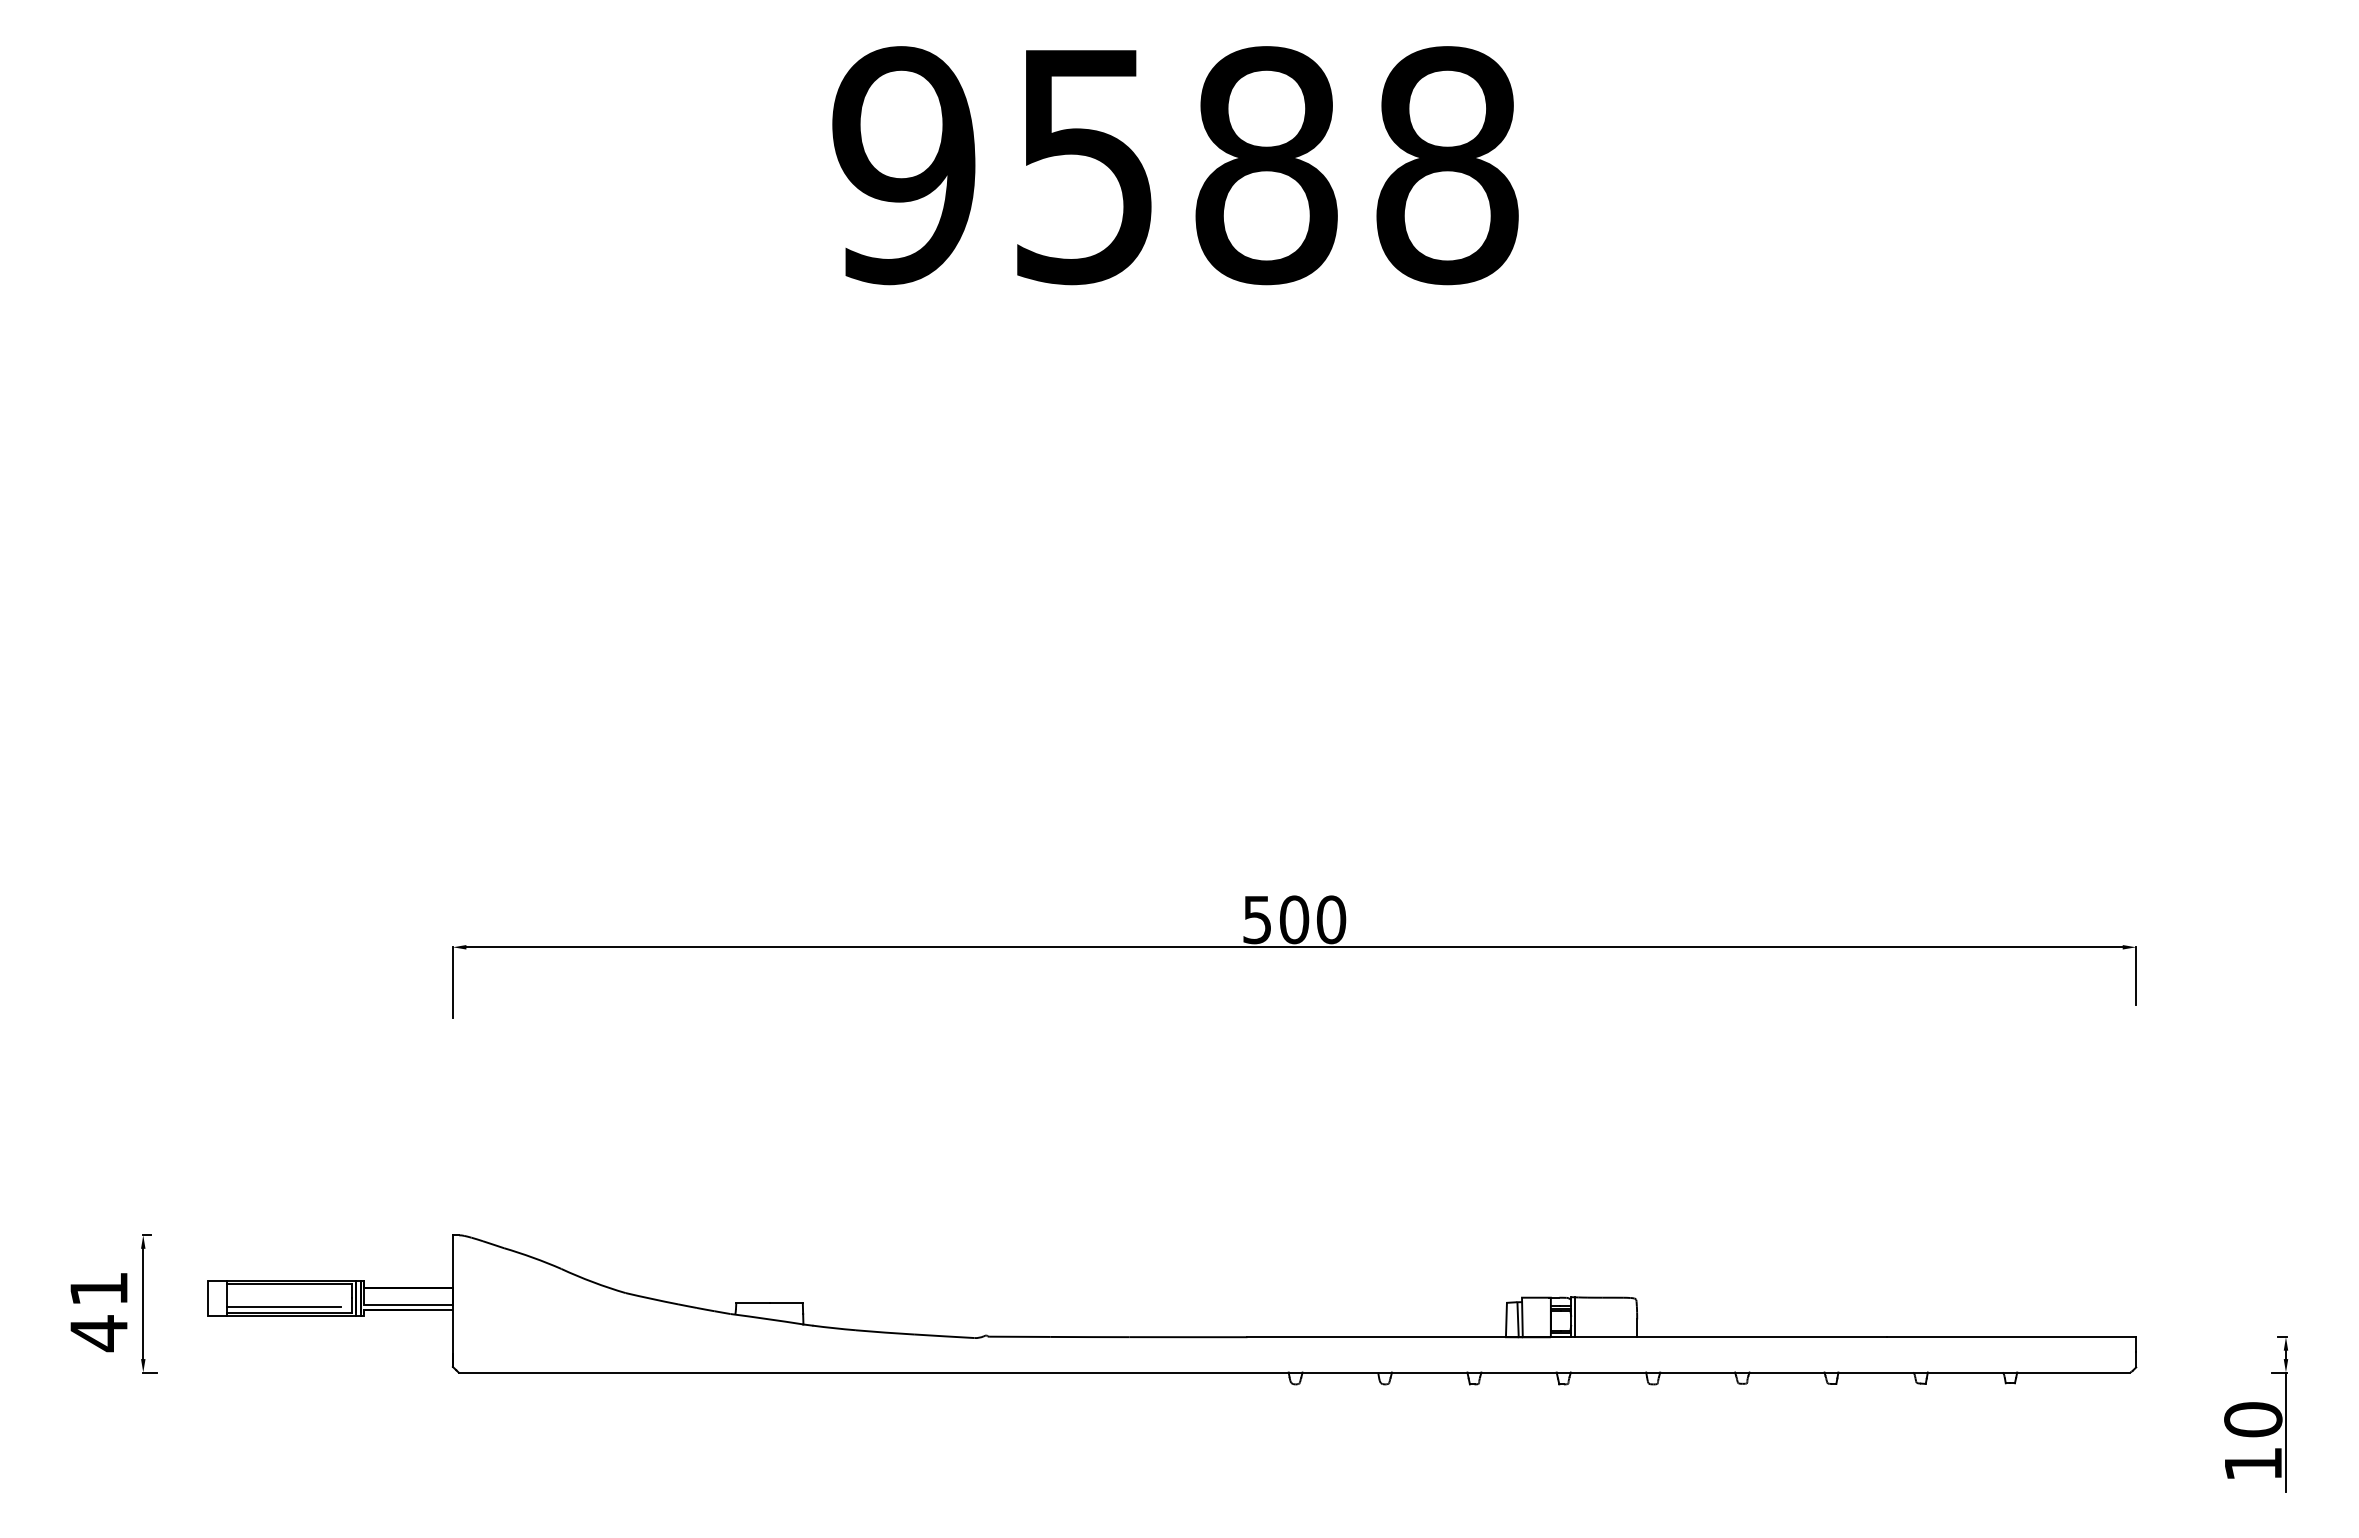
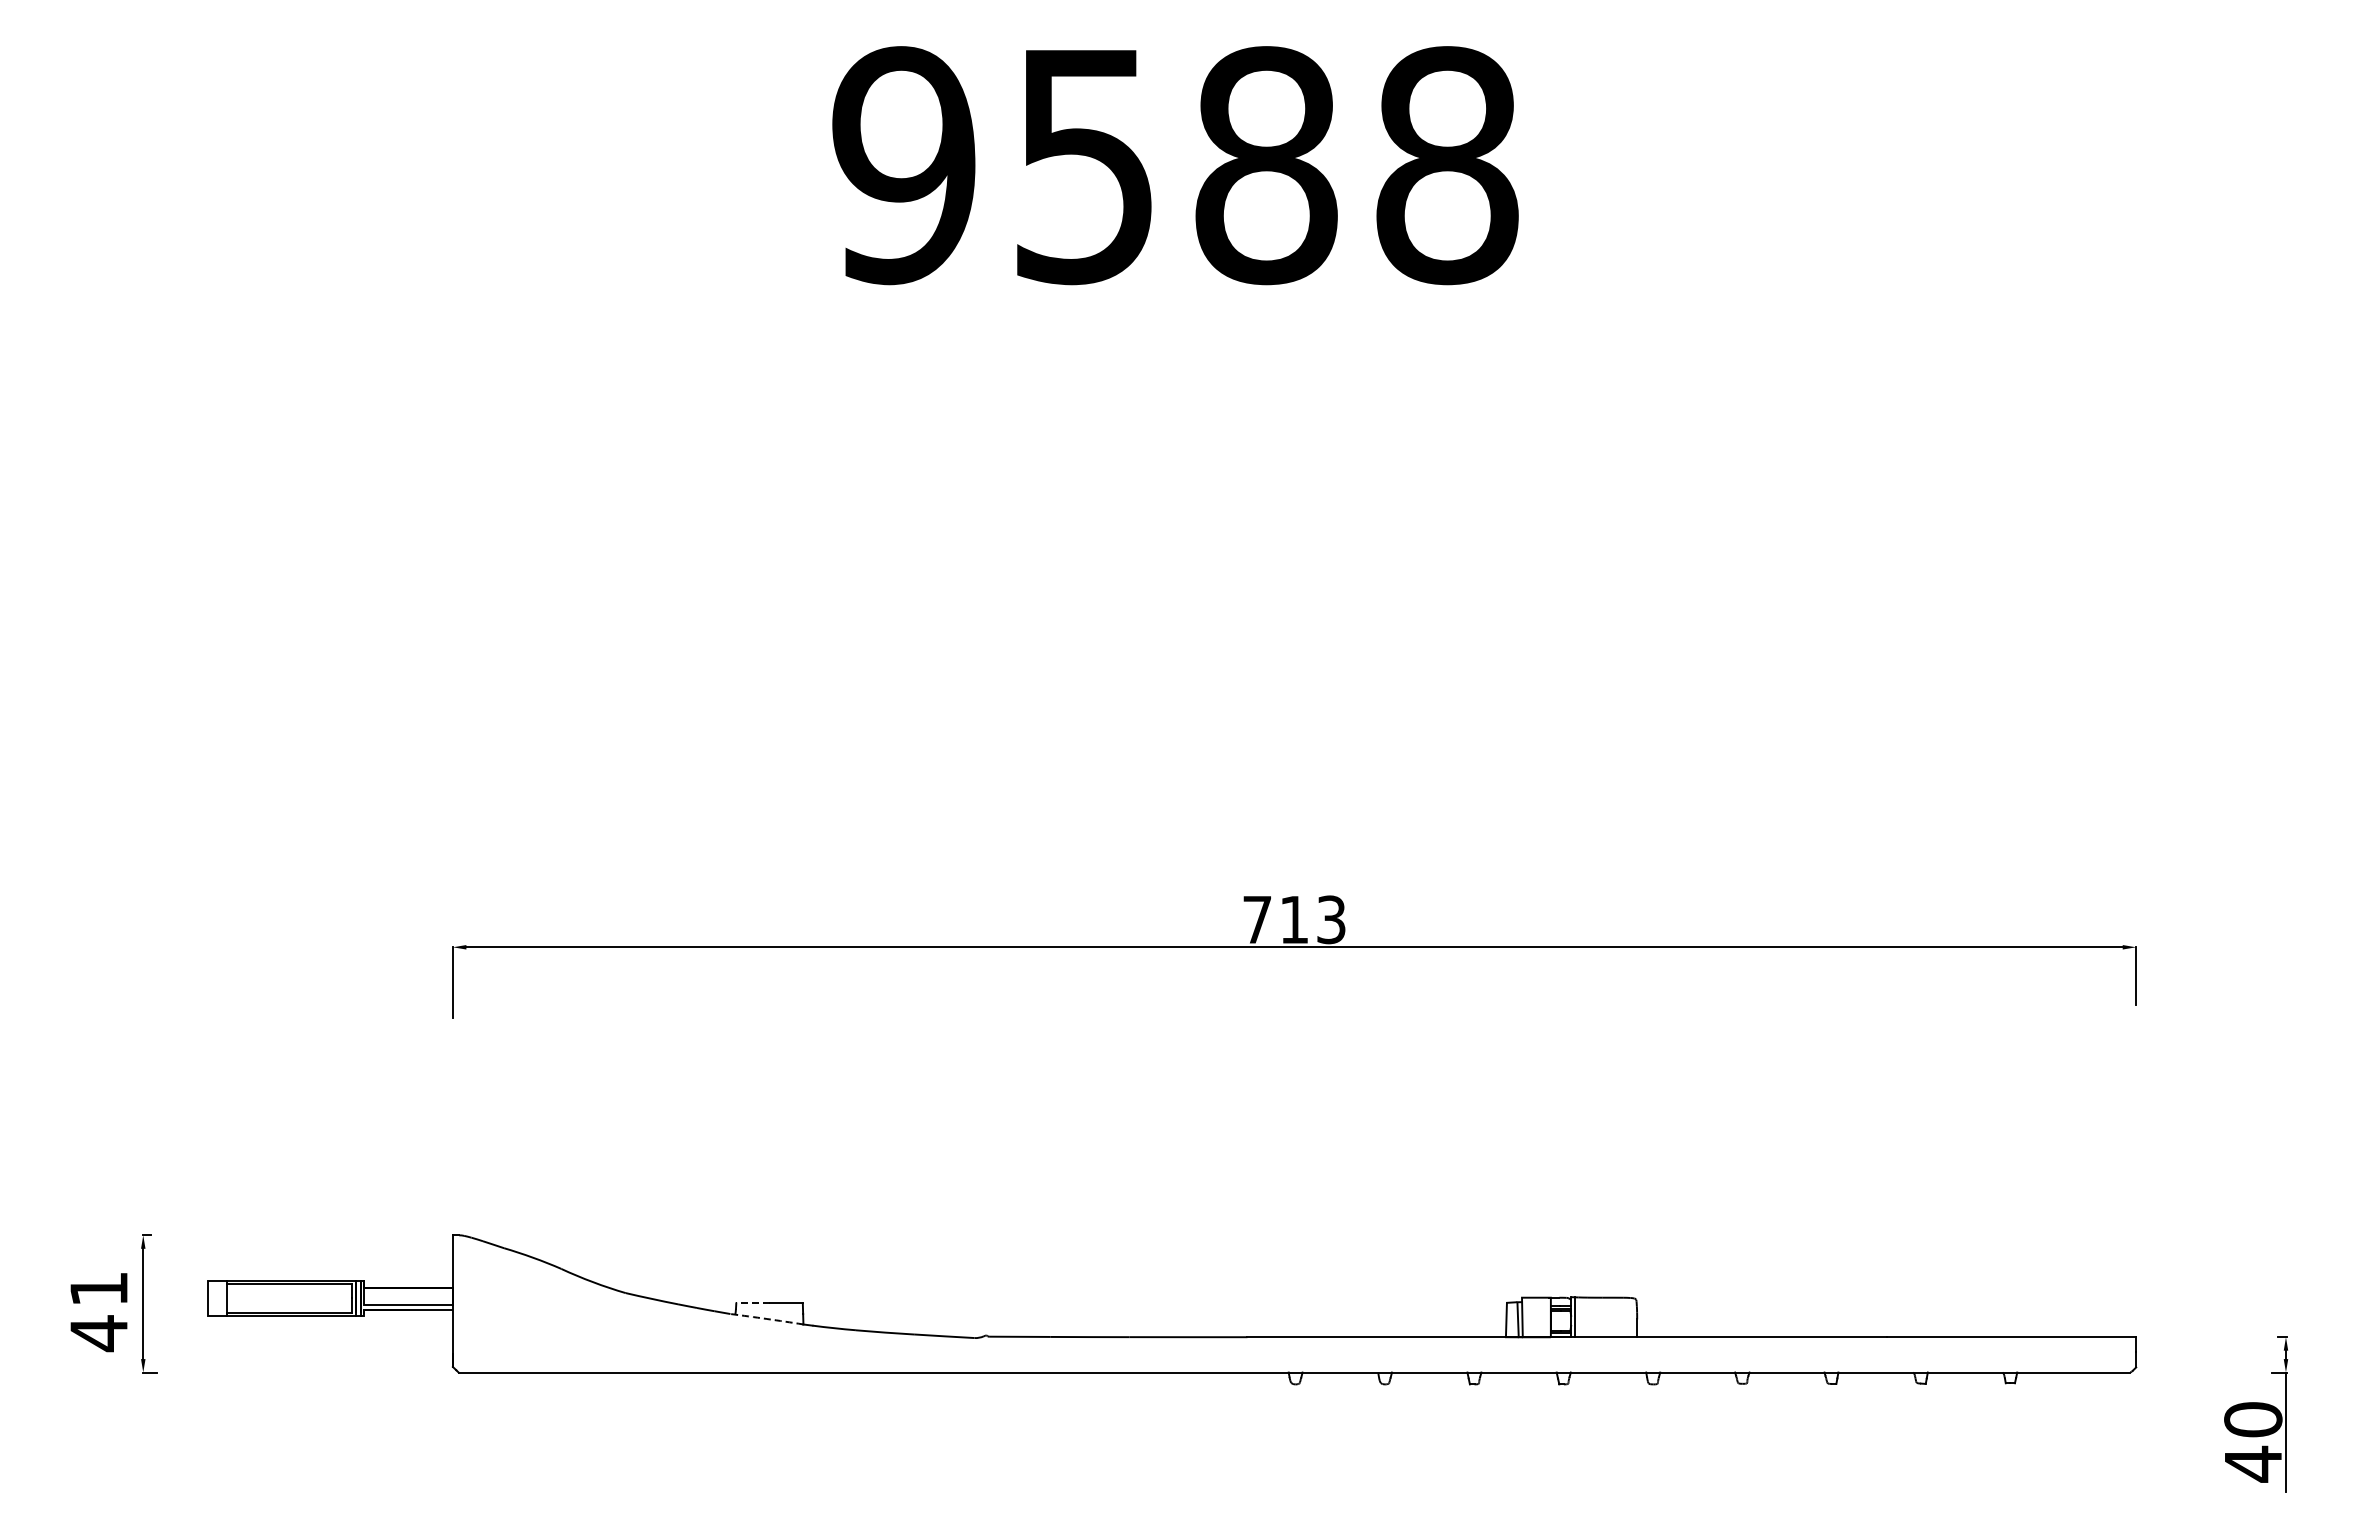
text at (1294, 919): 500 -> 713
line at (752, 1303): solid -> dashed
line at (283, 1306): present -> none
arc at (766, 1318): solid -> dashed
text at (2253, 1463): 10 -> 40
